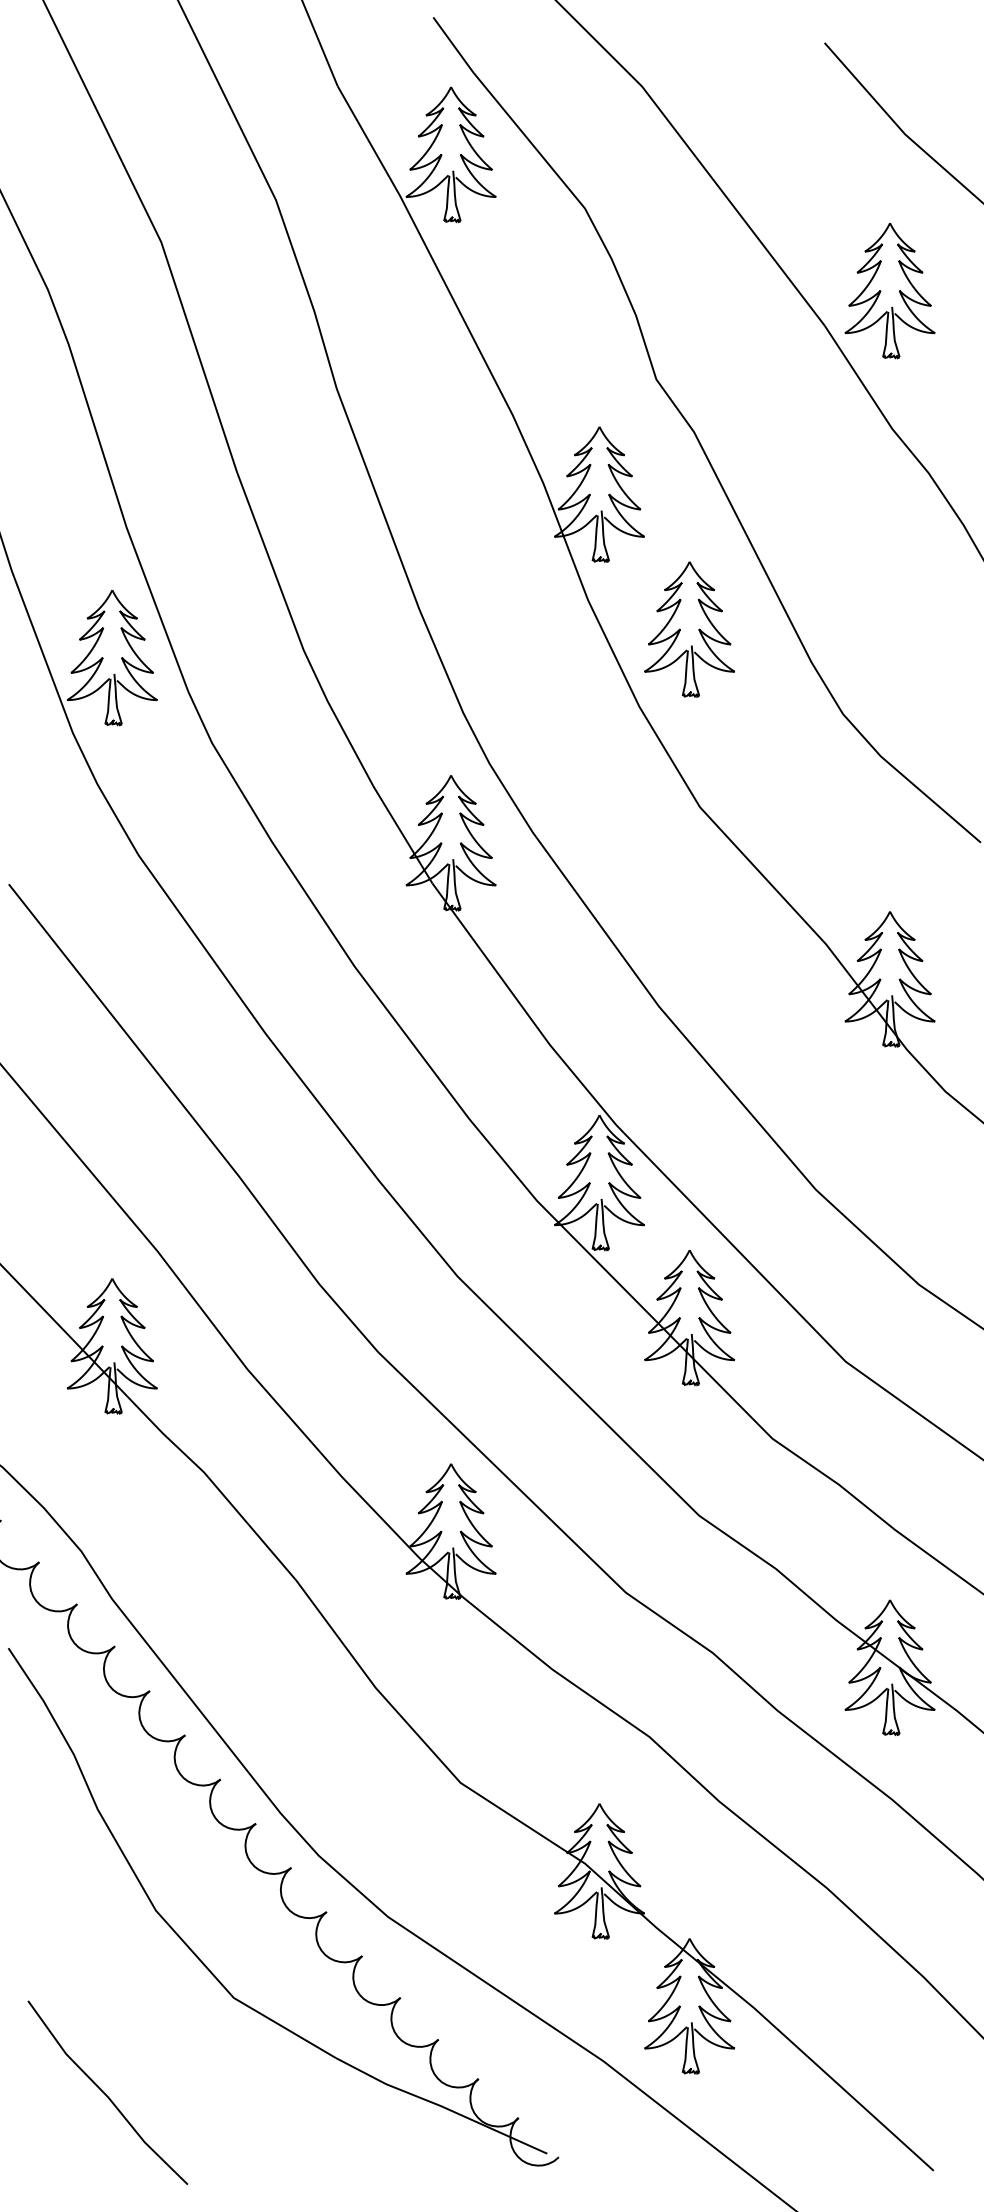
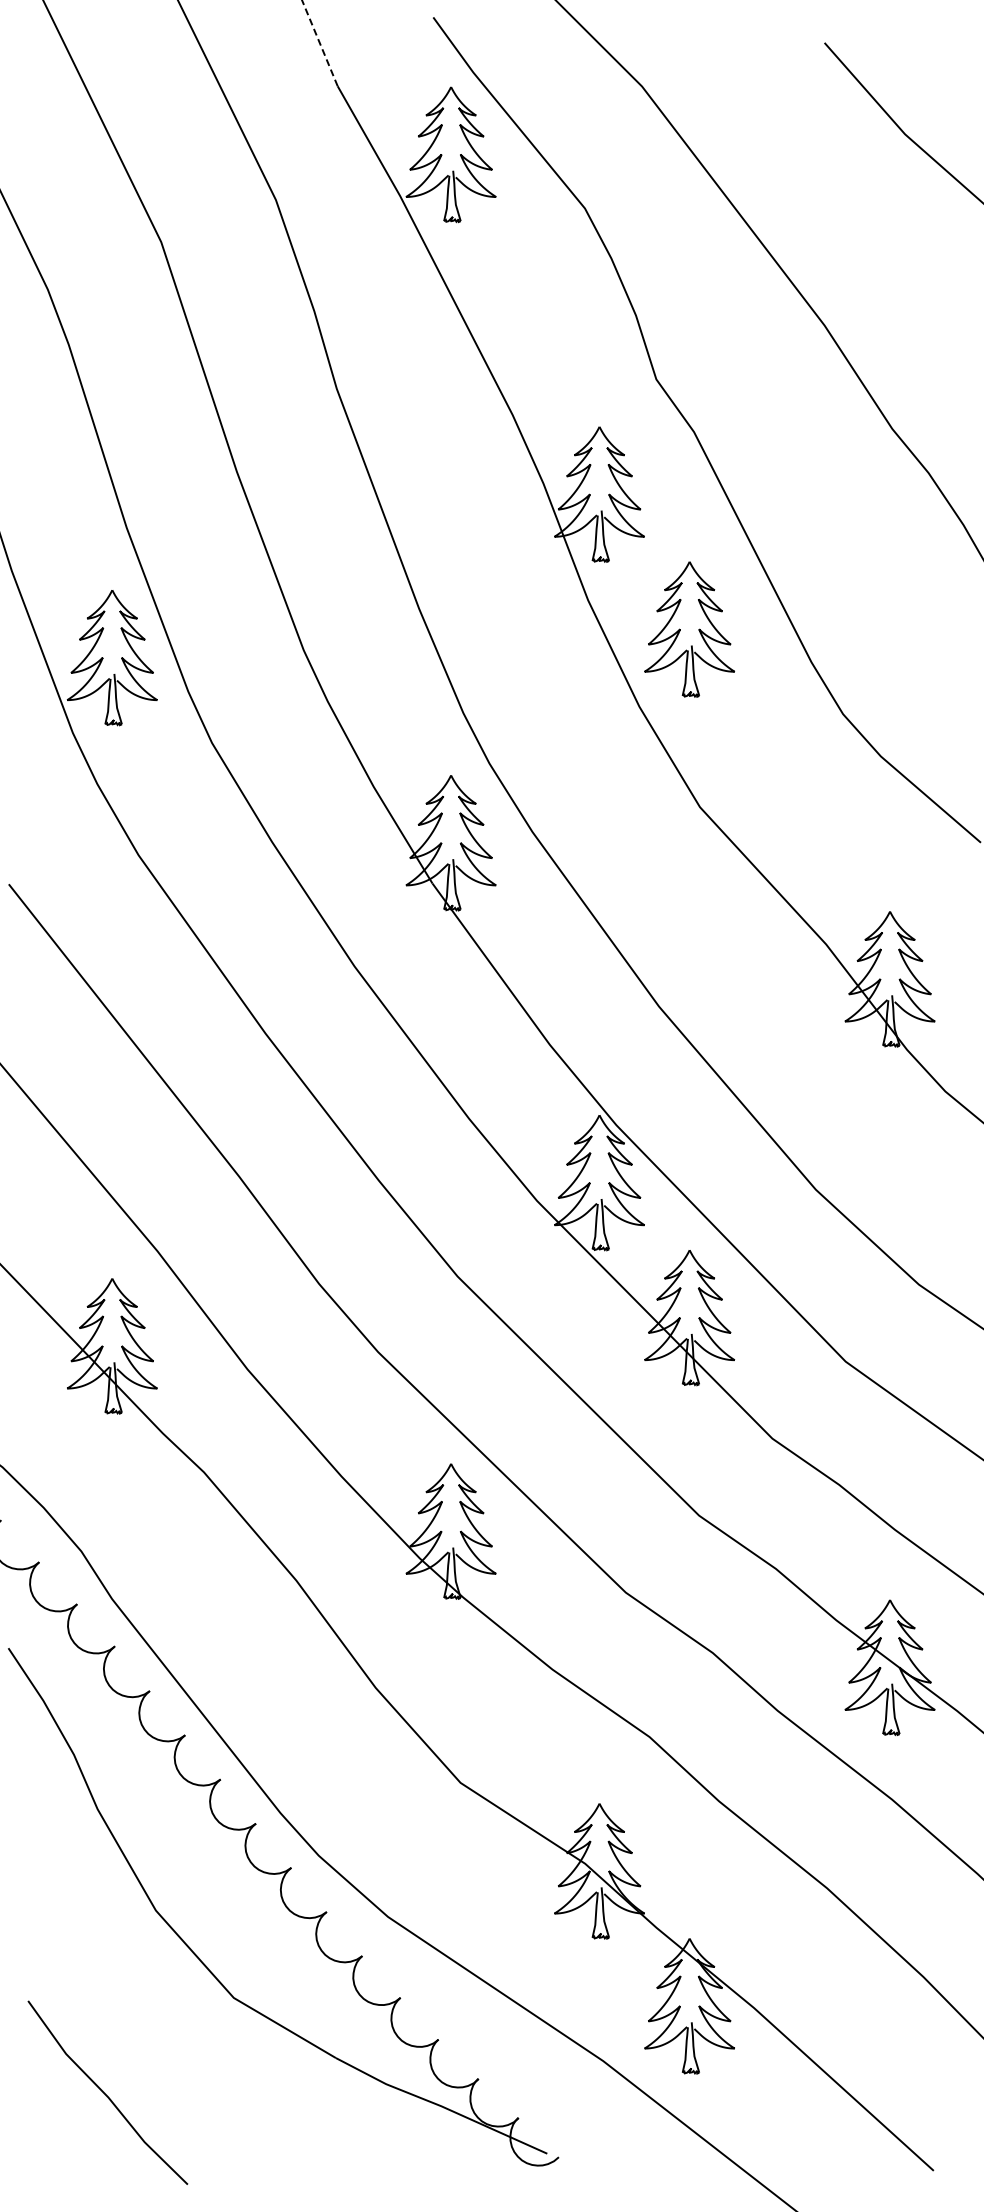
line at (319, 43): solid -> dashed
part at (889, 291): present -> none
